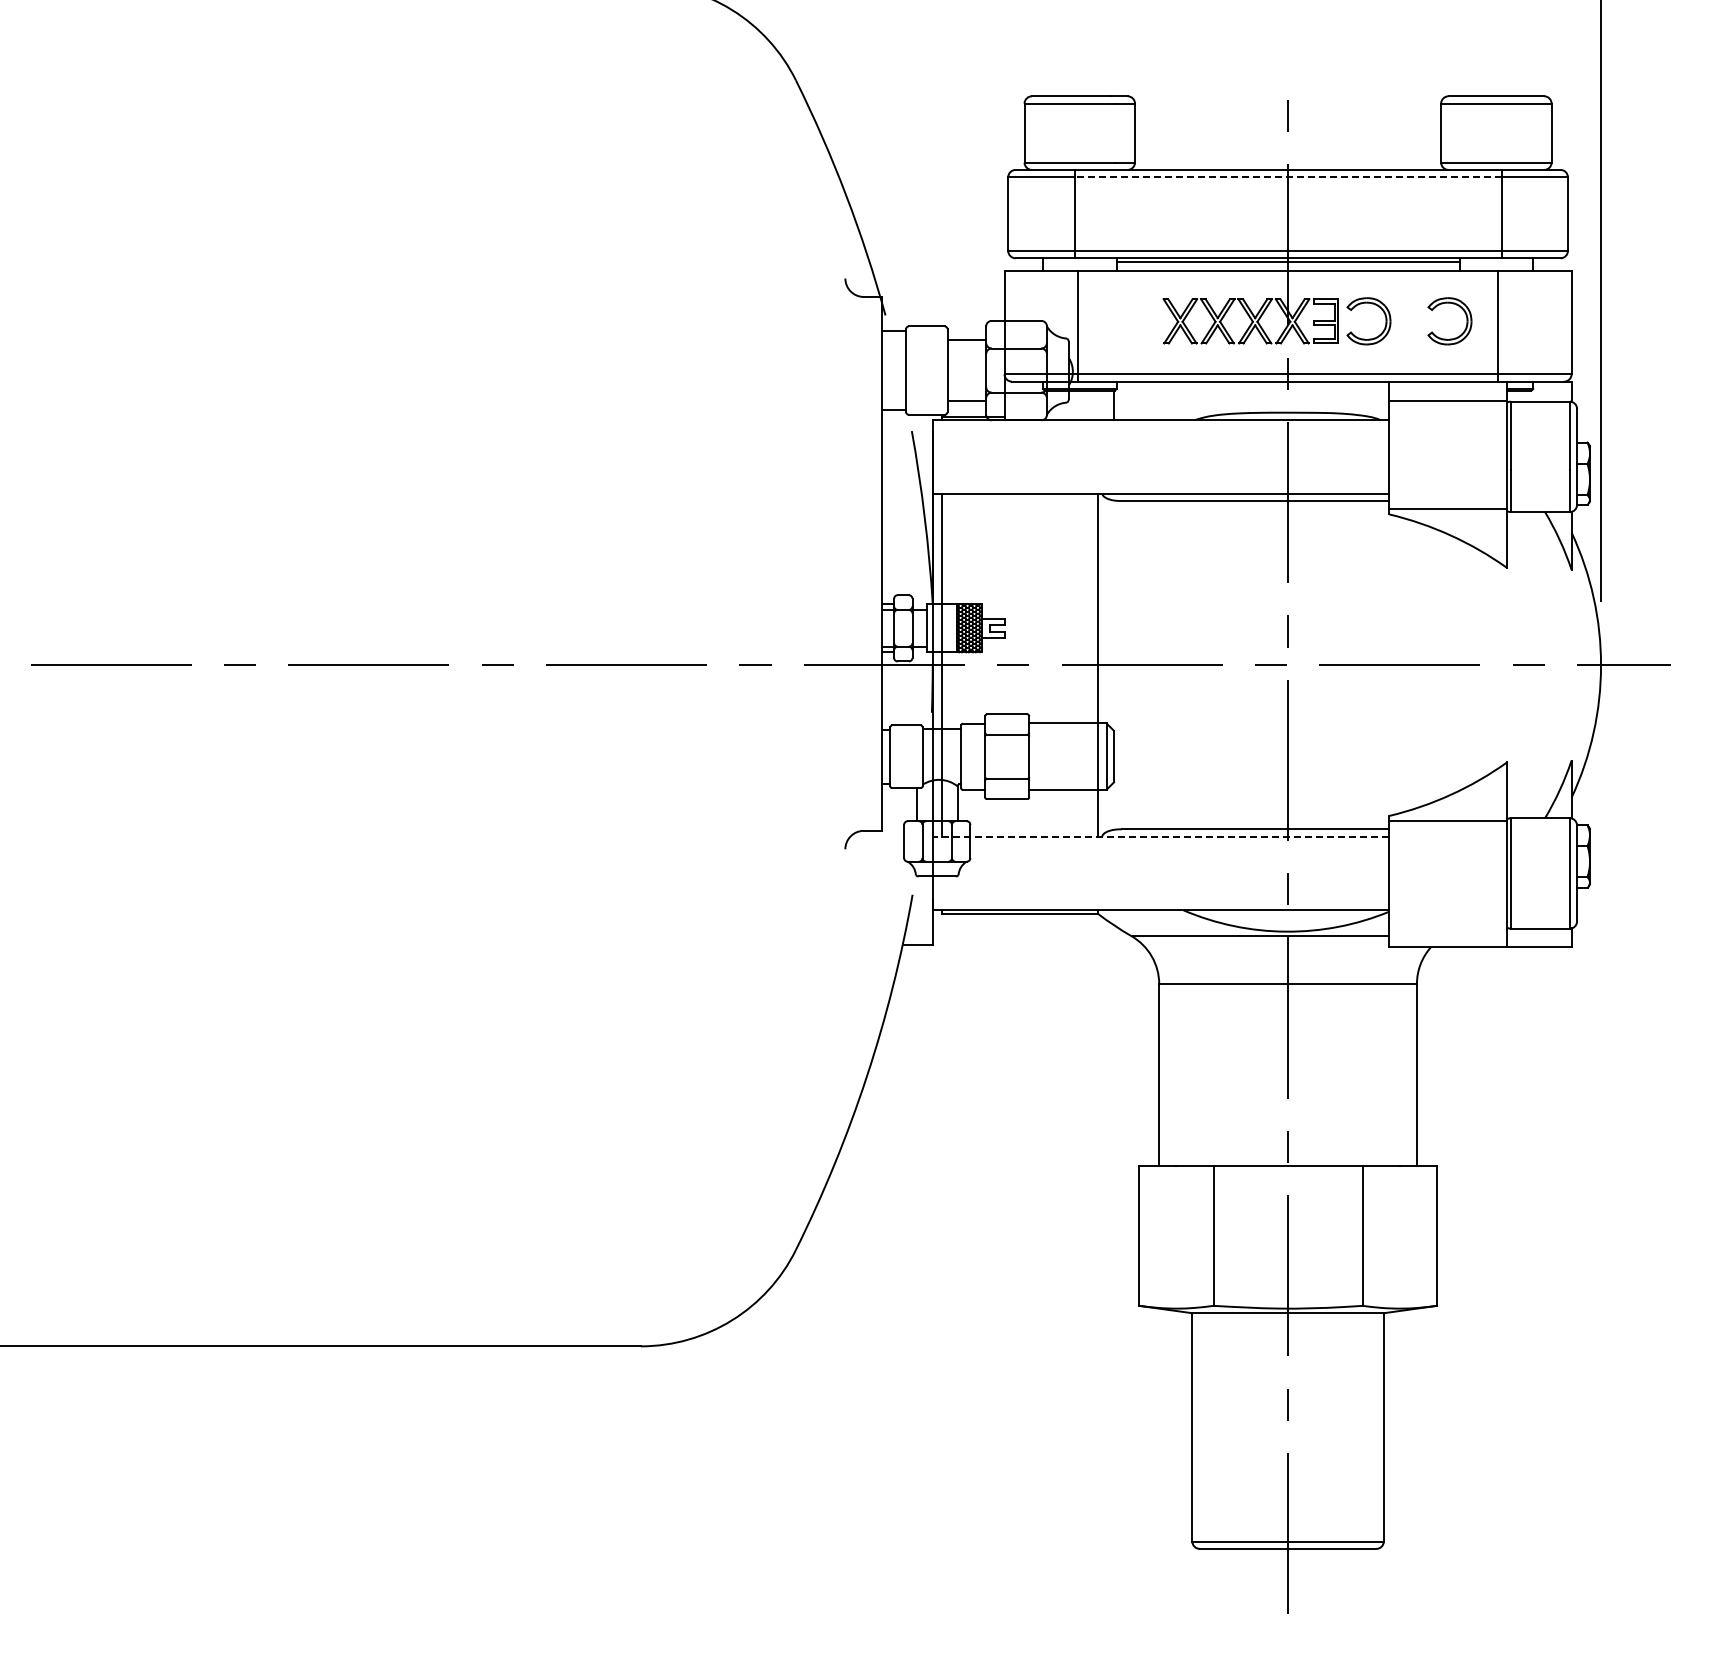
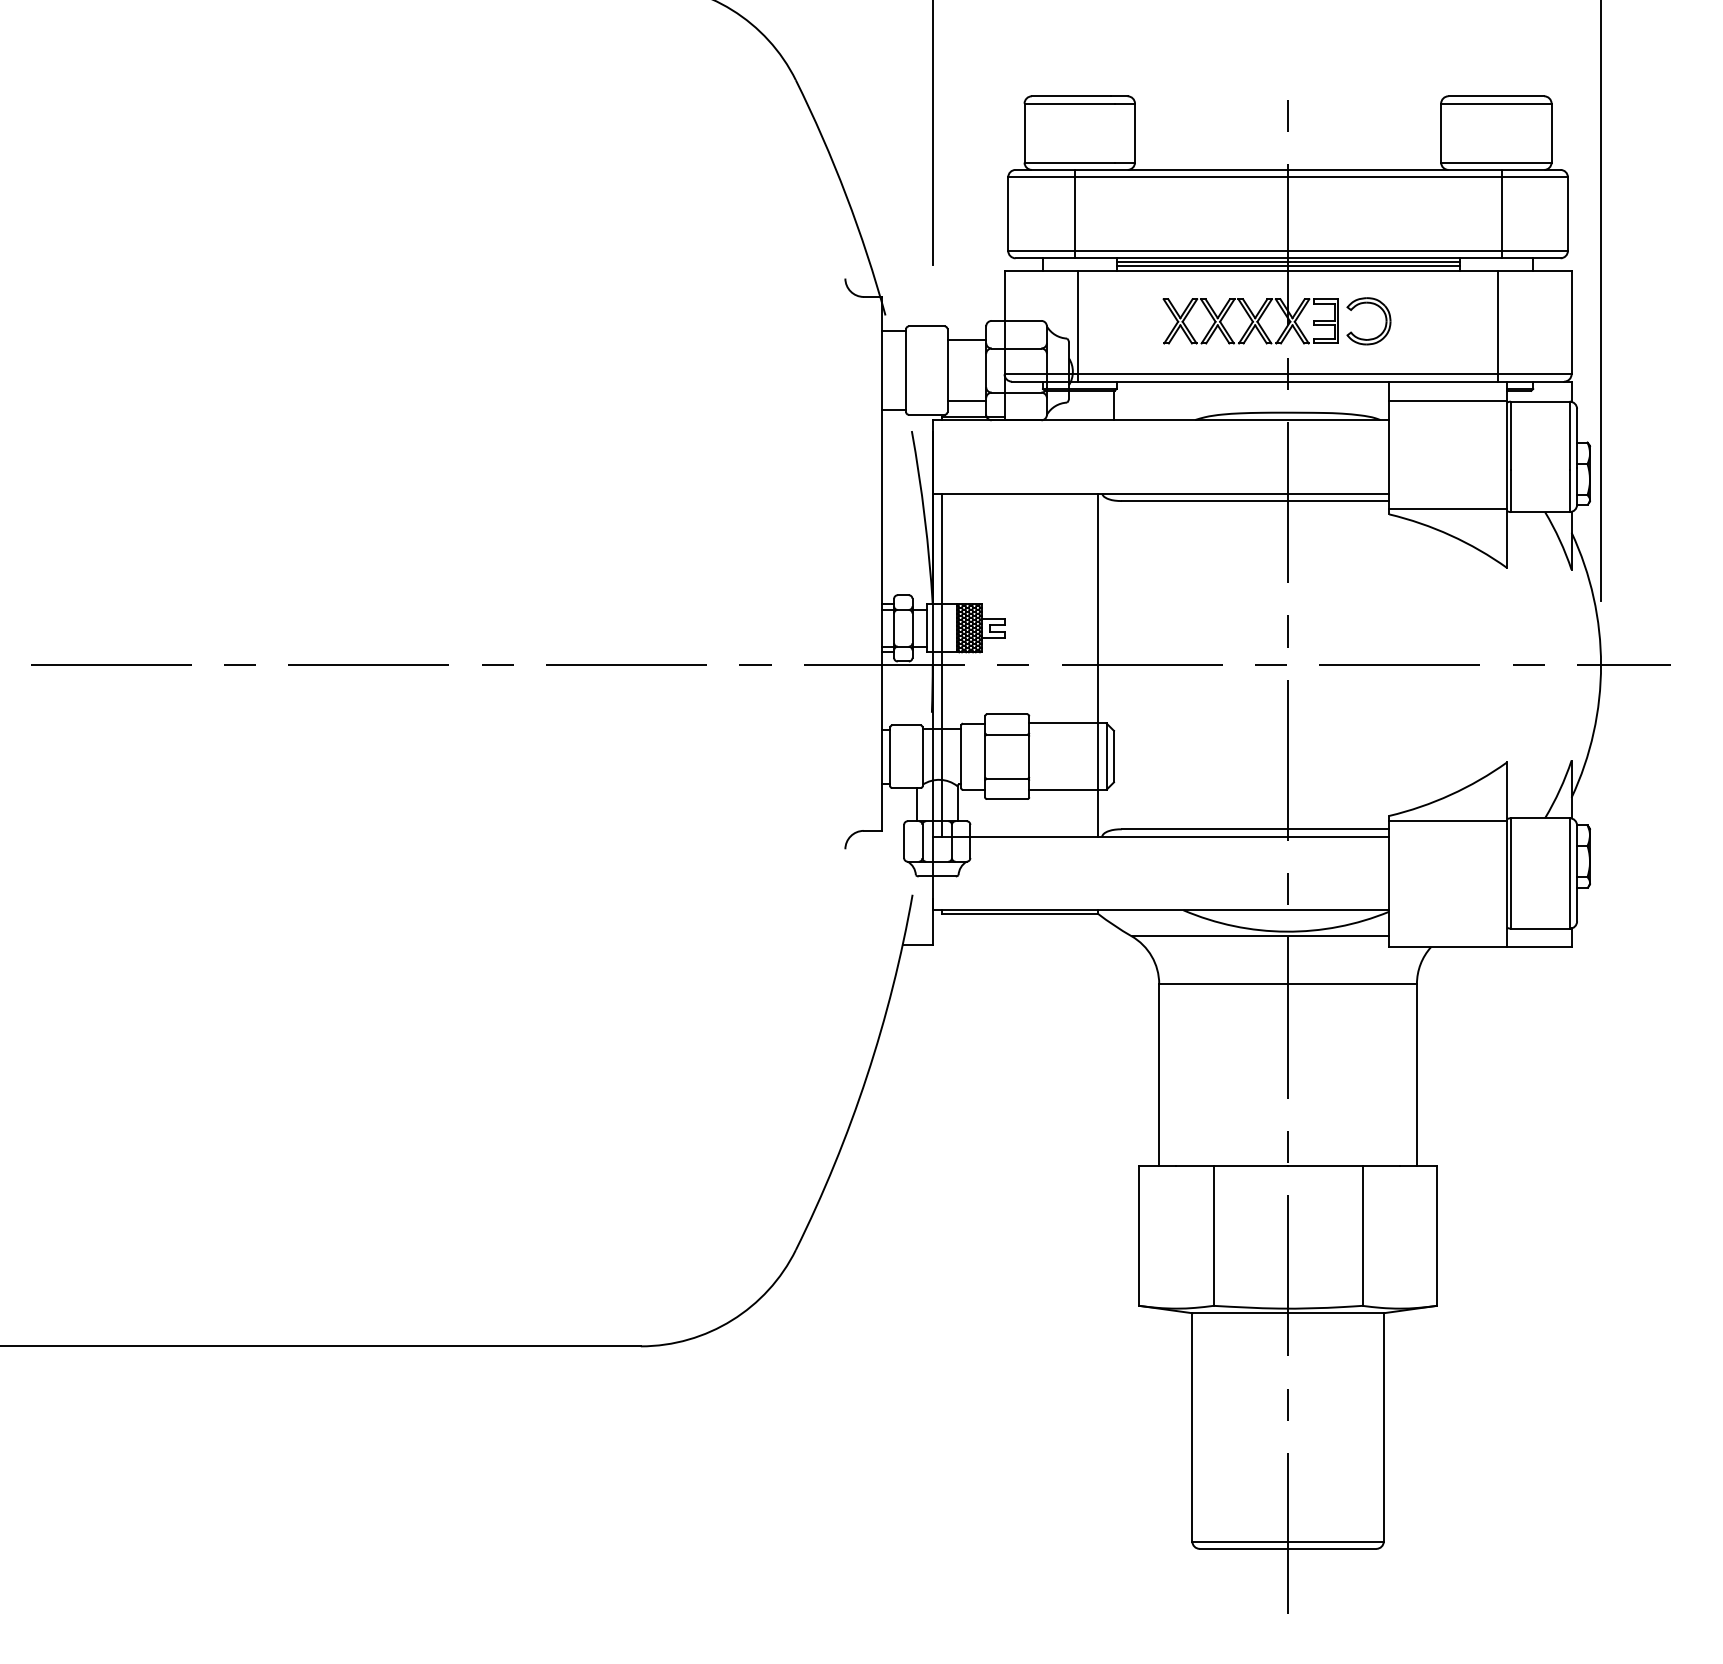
line at (932, 133): none -> present
line at (1288, 177): dashed -> solid
line at (1287, 265): none -> present
part at (1461, 333): present -> none
line at (1160, 836): dashed -> solid
